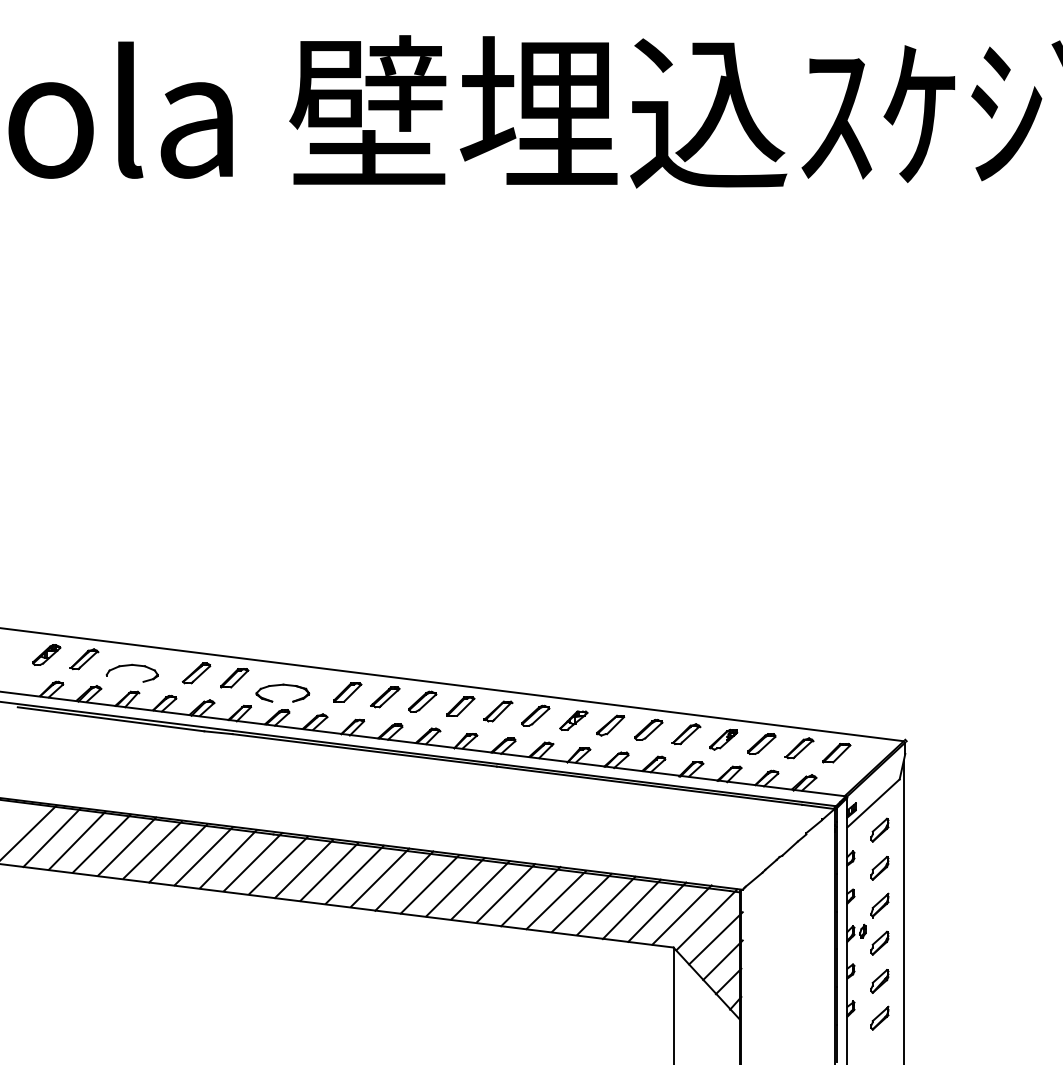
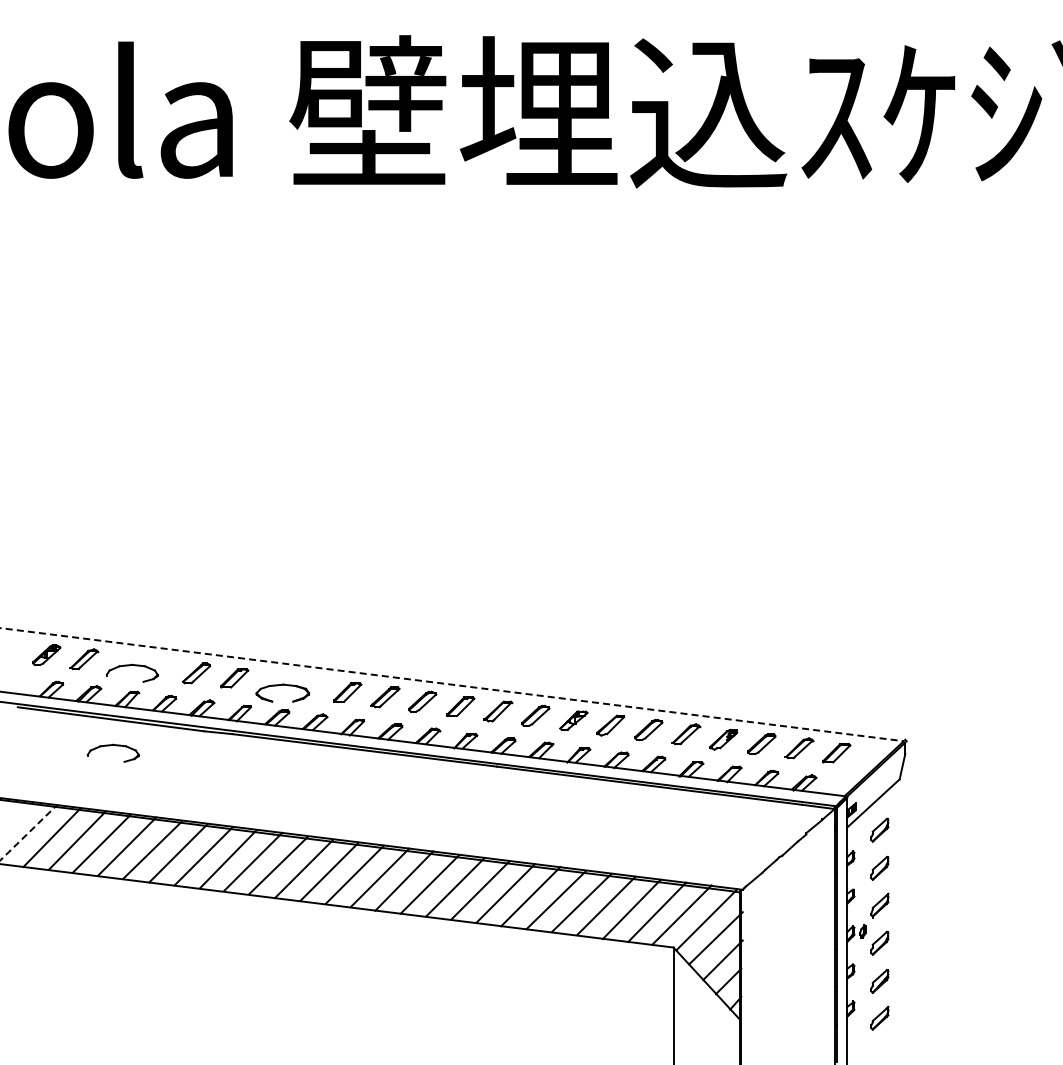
line at (452, 684): solid -> dashed
part at (110, 746): none -> present
line at (28, 833): solid -> dashed
line at (903, 911): present -> none
